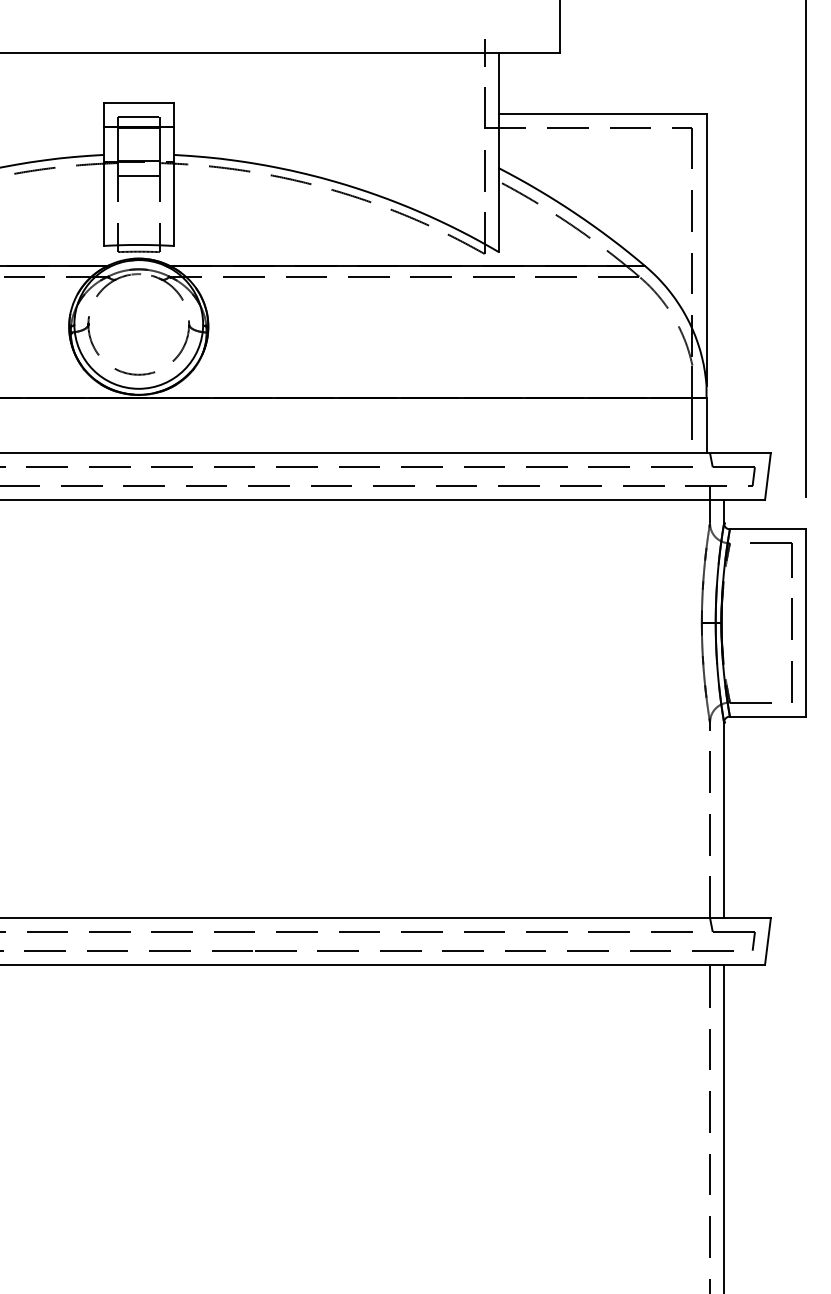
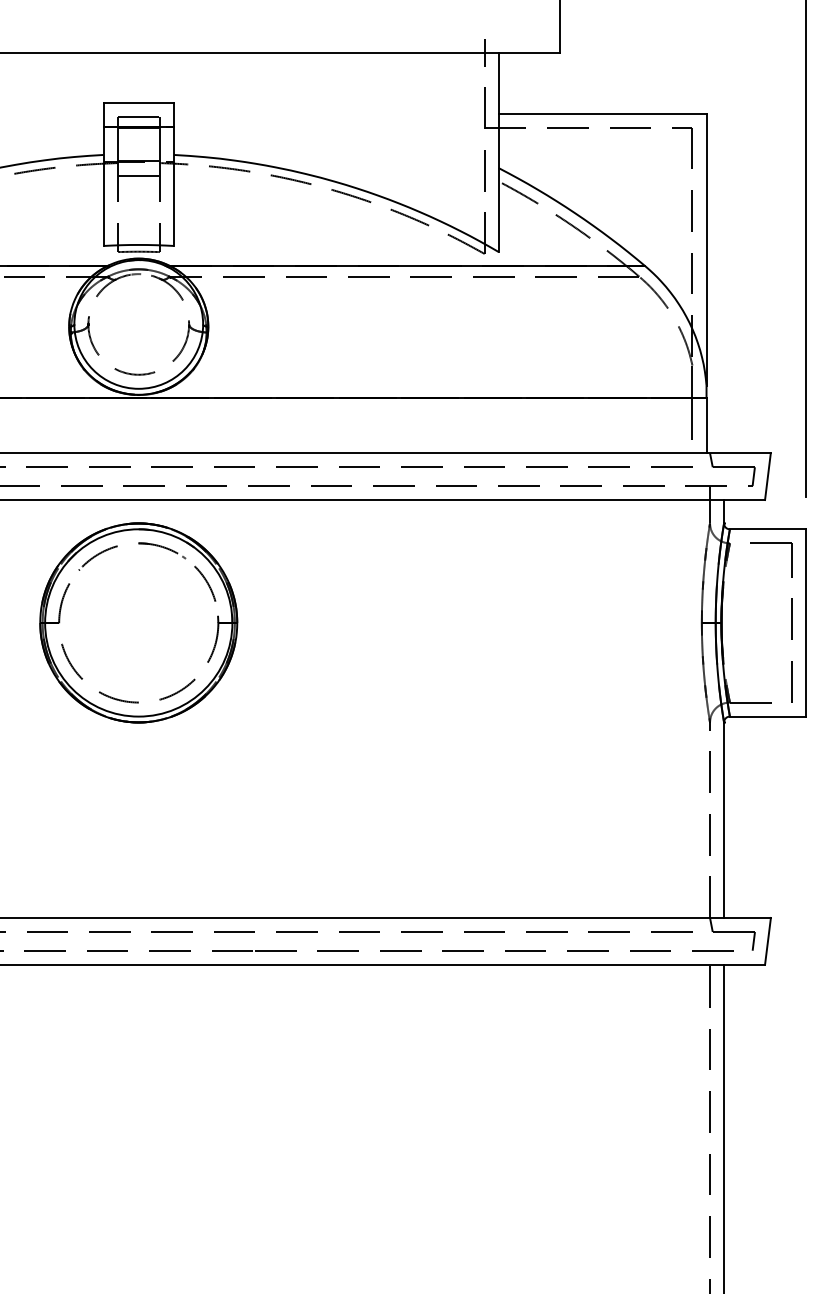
part at (138, 622): none -> present
